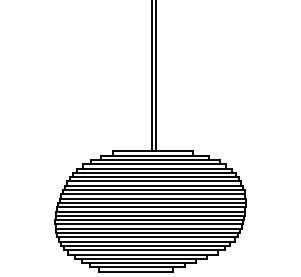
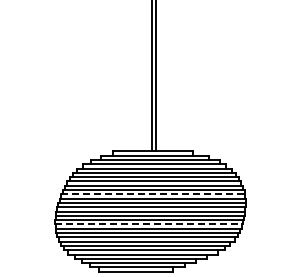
line at (153, 194): solid -> dashed
line at (149, 224): solid -> dashed
